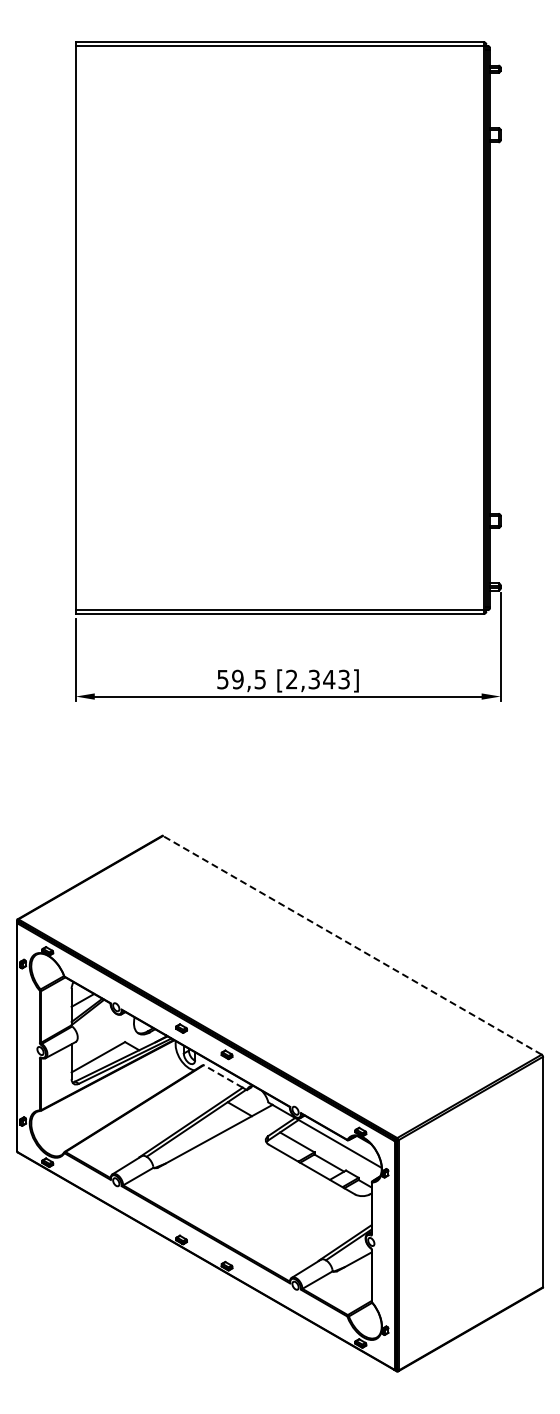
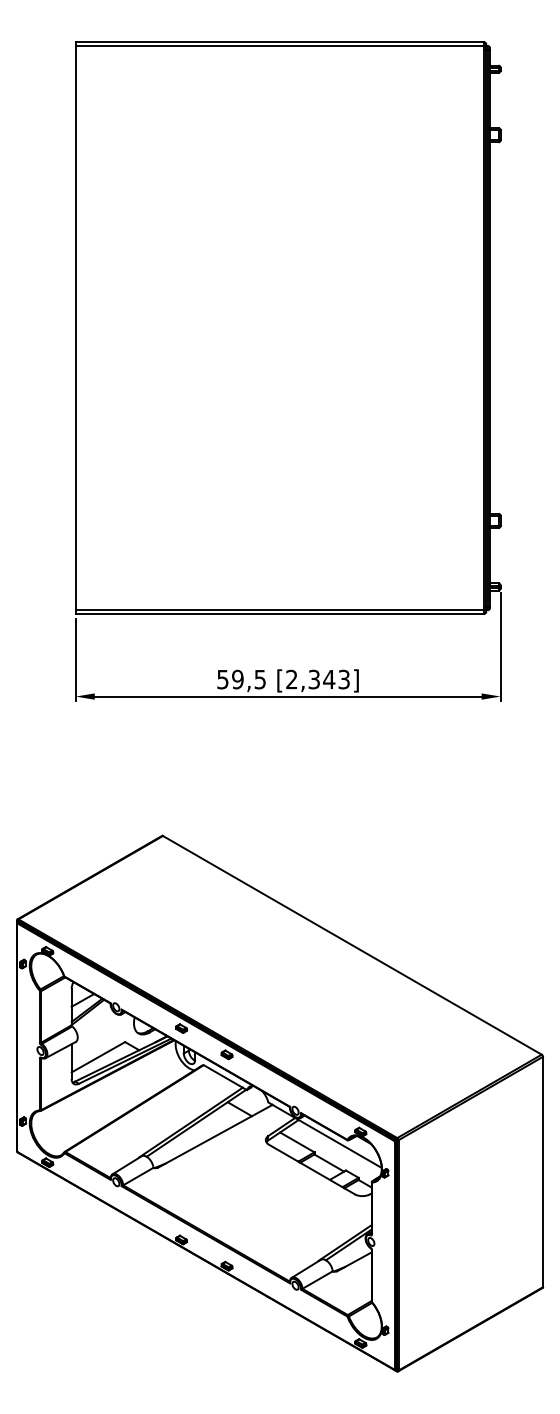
line at (352, 945): dashed -> solid
line at (223, 1076): dashed -> solid
